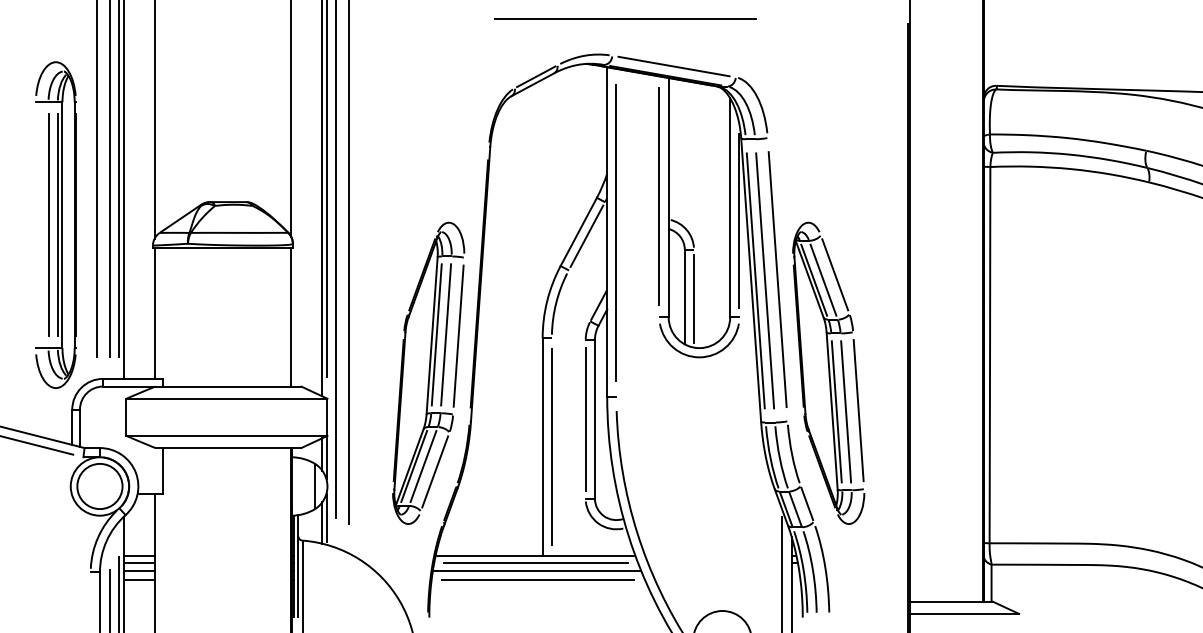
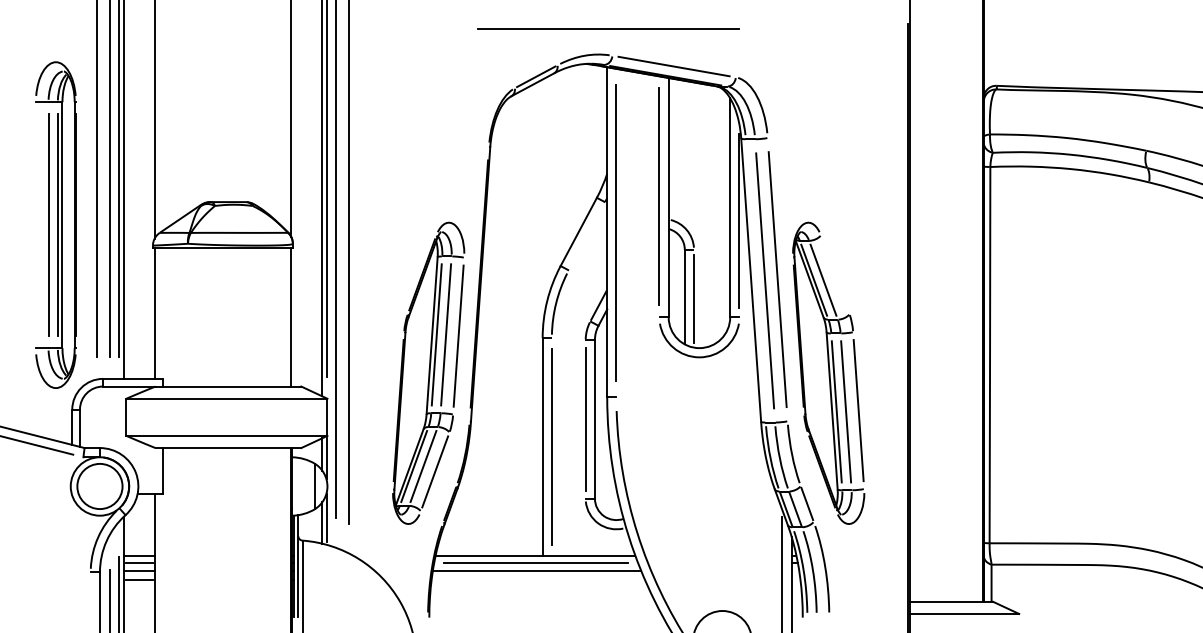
line at (625, 18) position: (625, 18) -> (608, 28)
line at (586, 235): present -> none
line at (835, 274): present -> none
line at (755, 280): present -> none
line at (537, 579): present -> none
